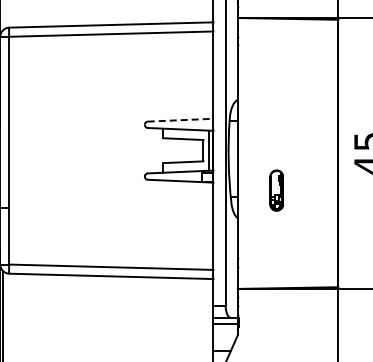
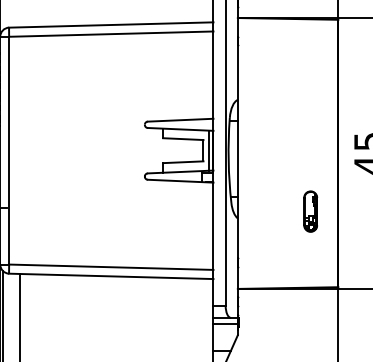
line at (180, 120): dashed -> solid
part at (276, 190) position: (276, 190) -> (310, 211)
line at (19, 316): none -> present
